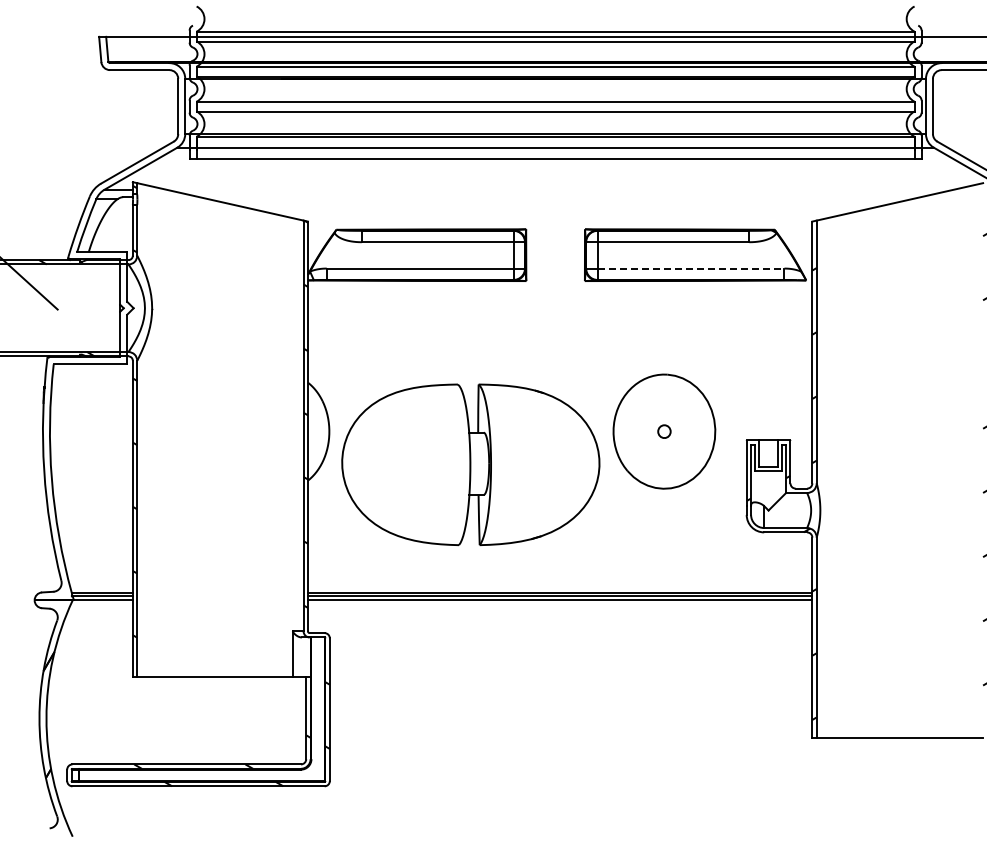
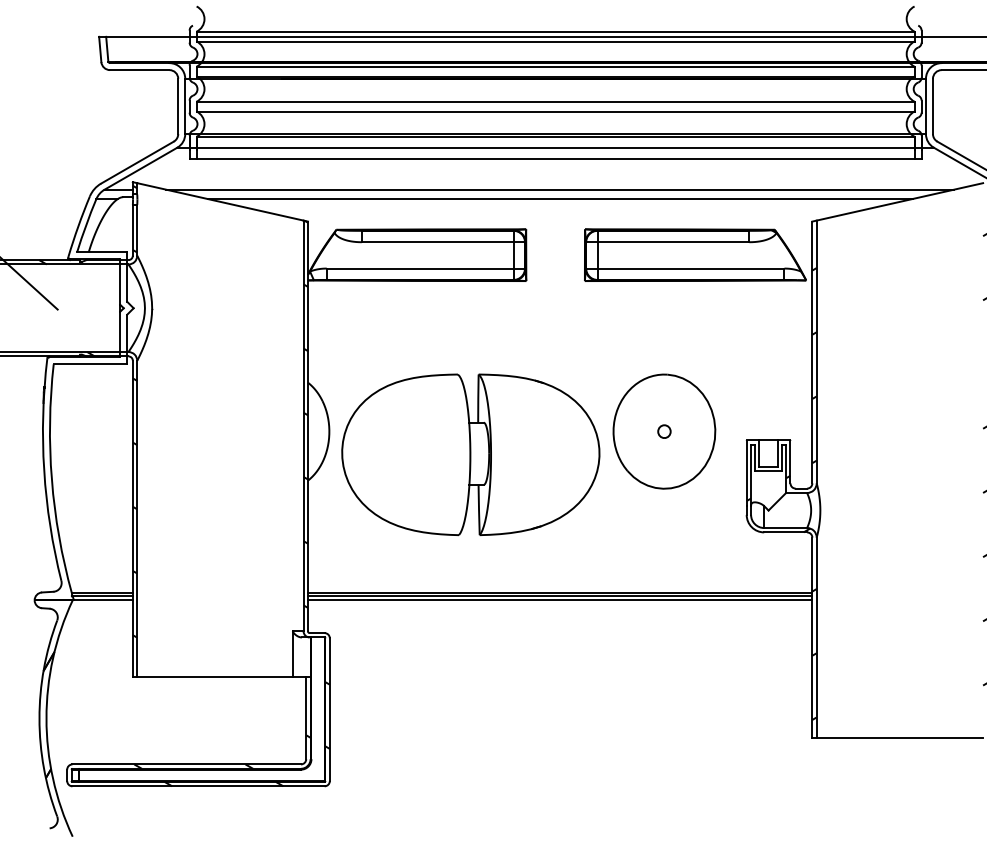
line at (560, 189): none -> present
line at (559, 198): none -> present
line at (691, 268): dashed -> solid
part at (470, 464) position: (470, 464) -> (470, 454)
